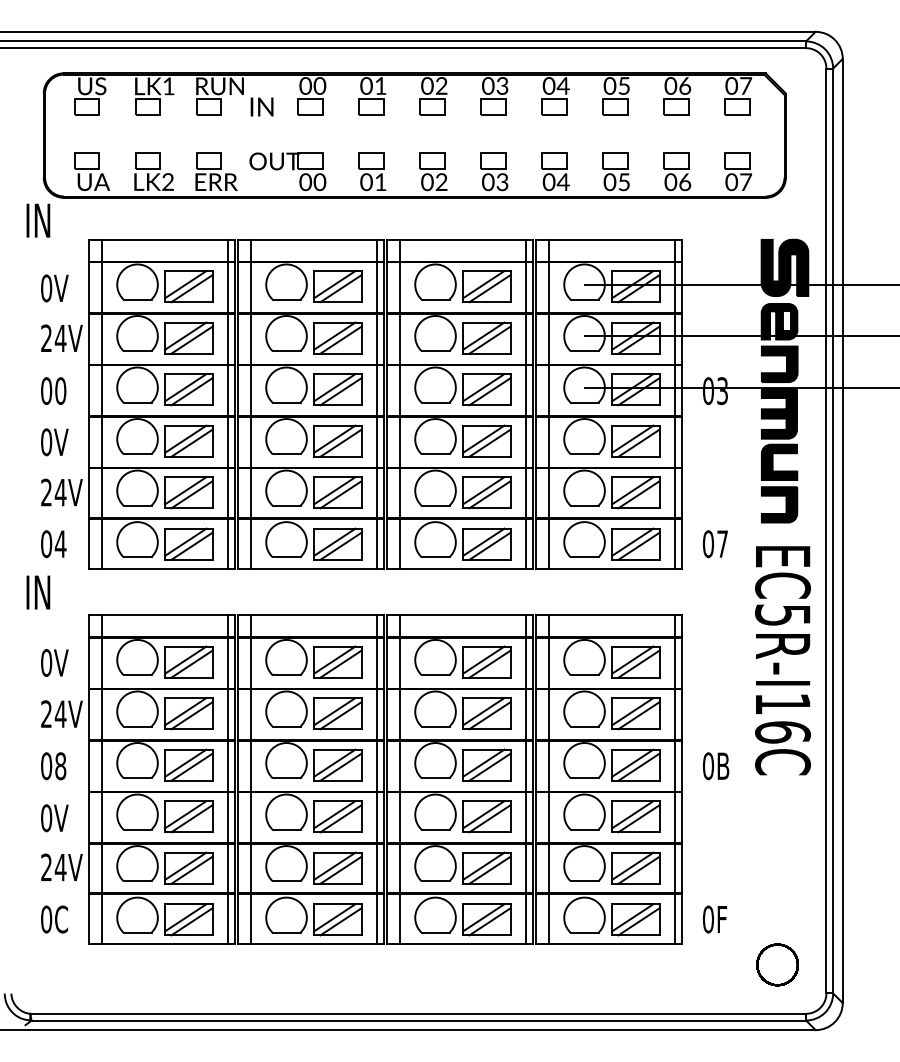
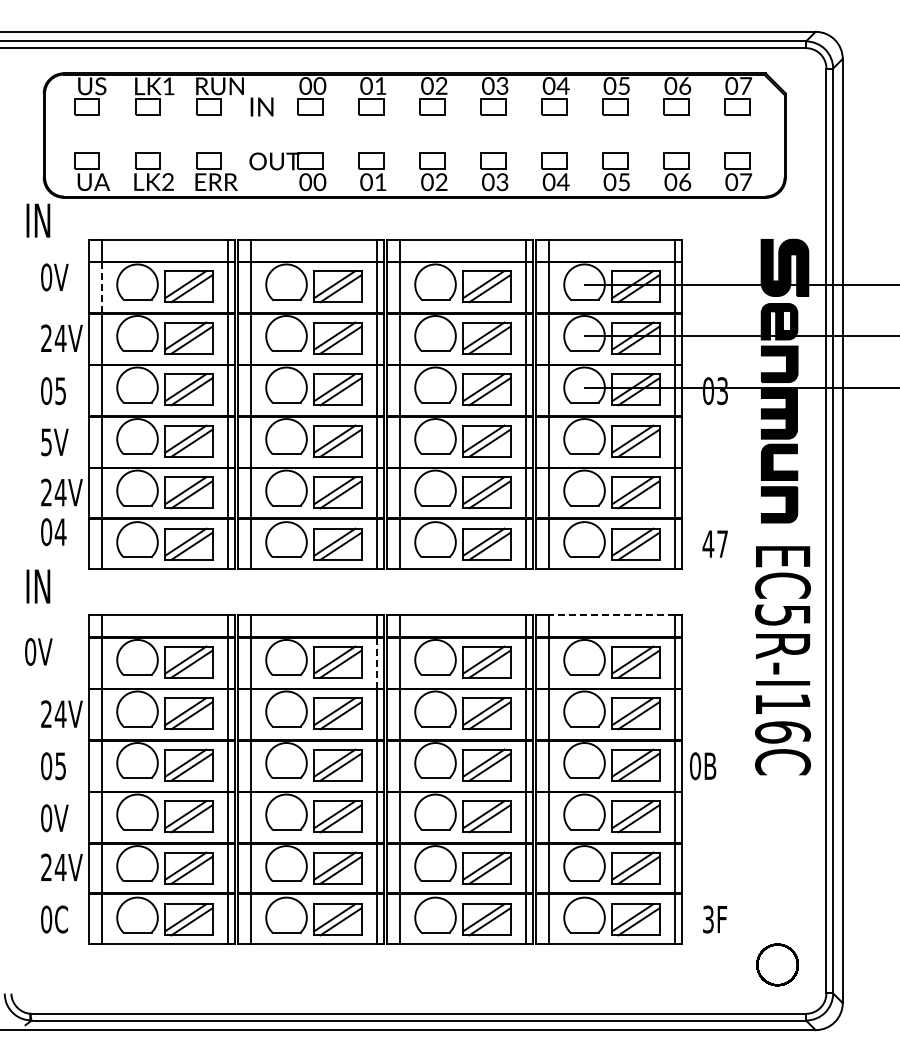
text at (54, 288) position: (54, 288) -> (54, 277)
line at (102, 288): solid -> dashed
text at (60, 391): 00 -> 05
text at (46, 442): 0V -> 5V
text at (53, 544) position: (53, 544) -> (53, 532)
text at (708, 544): 07 -> 47
text at (38, 592) position: (38, 592) -> (38, 586)
line at (612, 615): solid -> dashed
text at (54, 662) position: (54, 662) -> (38, 651)
line at (377, 663): solid -> dashed
text at (60, 766): 08 -> 05
text at (716, 766) position: (716, 766) -> (703, 766)
text at (708, 919): 0F -> 3F
